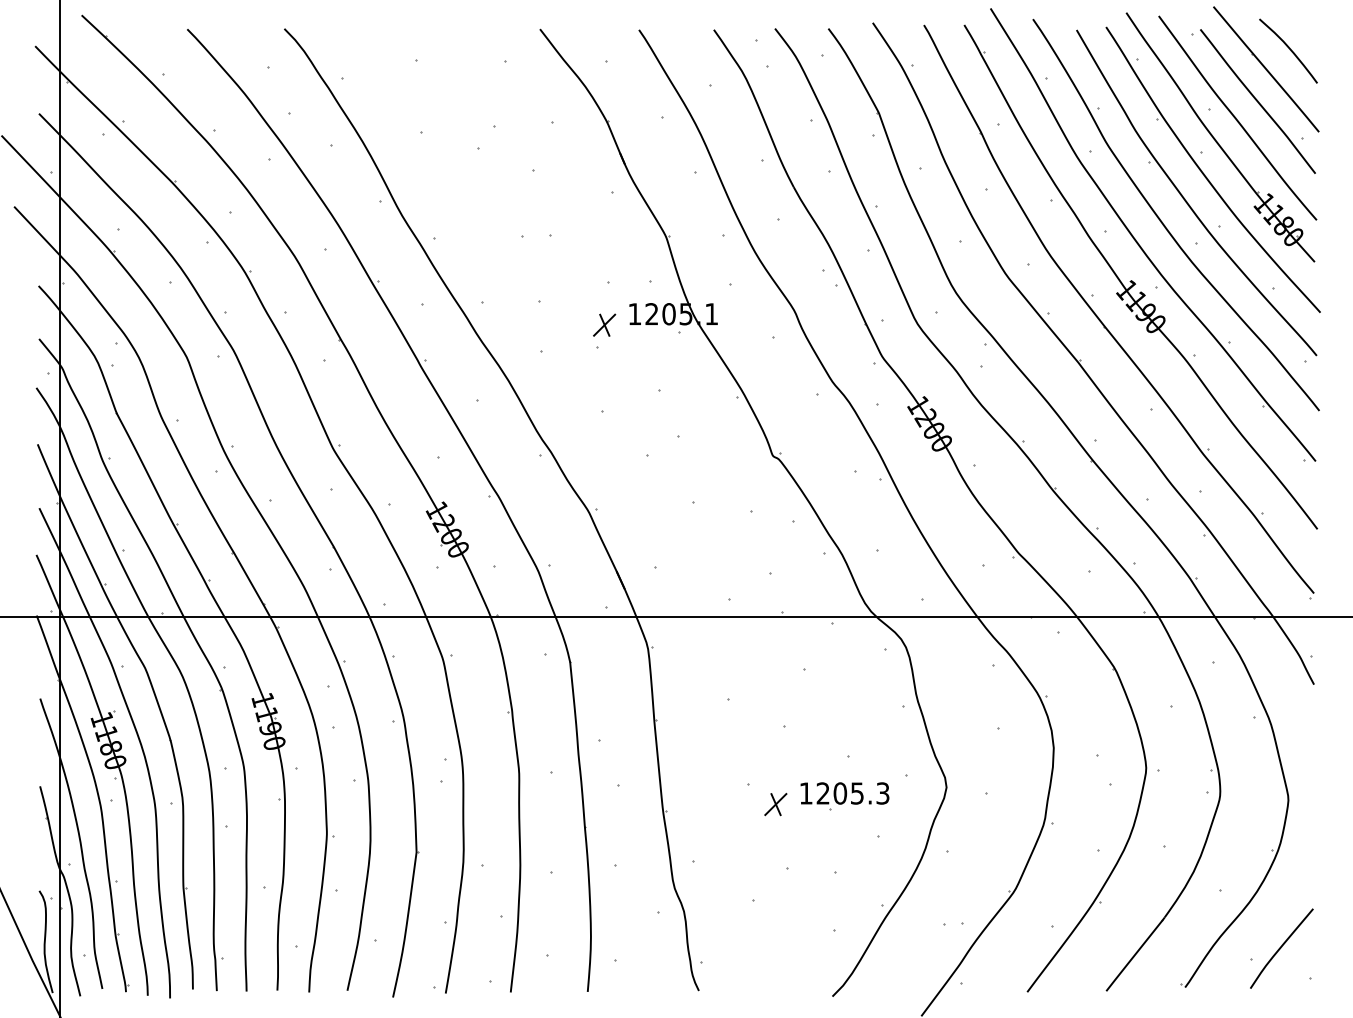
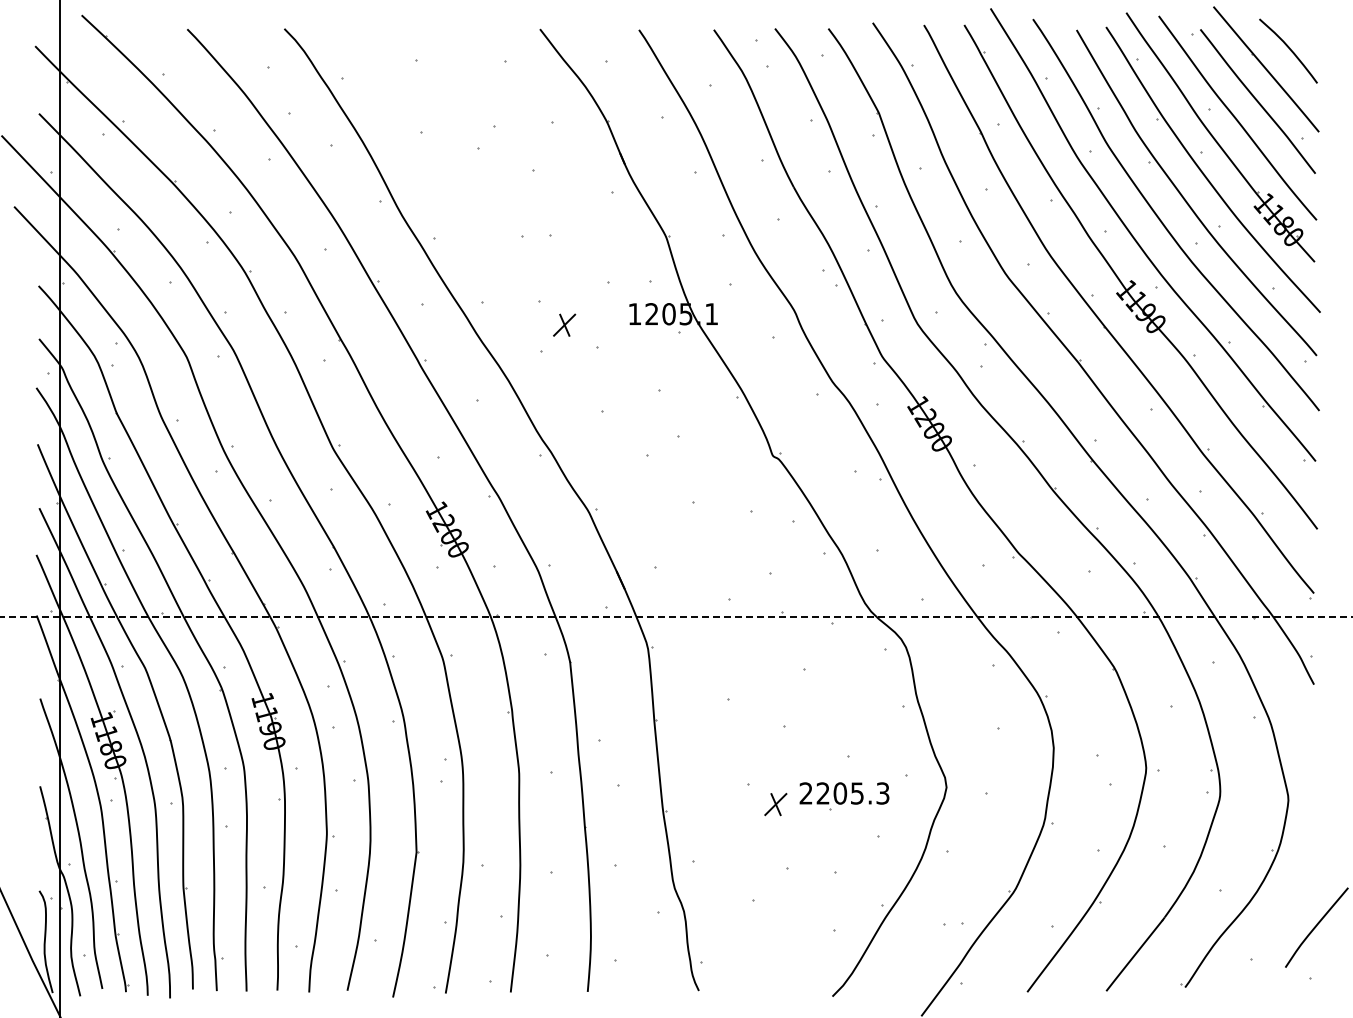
part at (604, 324) position: (604, 324) -> (564, 324)
line at (677, 617): solid -> dashed
text at (805, 793): 1205.3 -> 2205.3
curve at (1281, 948) position: (1281, 948) -> (1316, 927)
